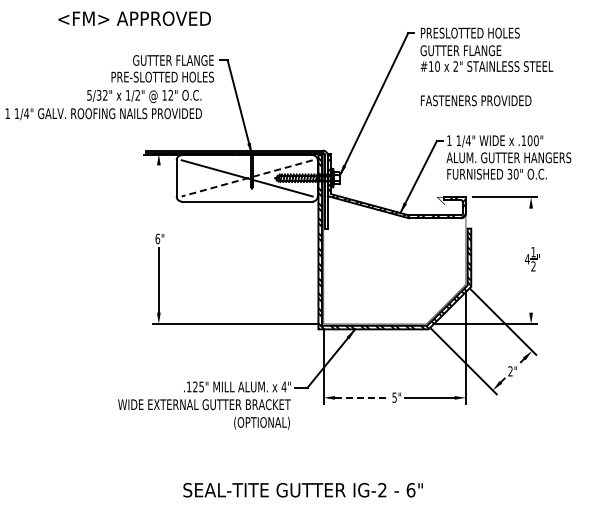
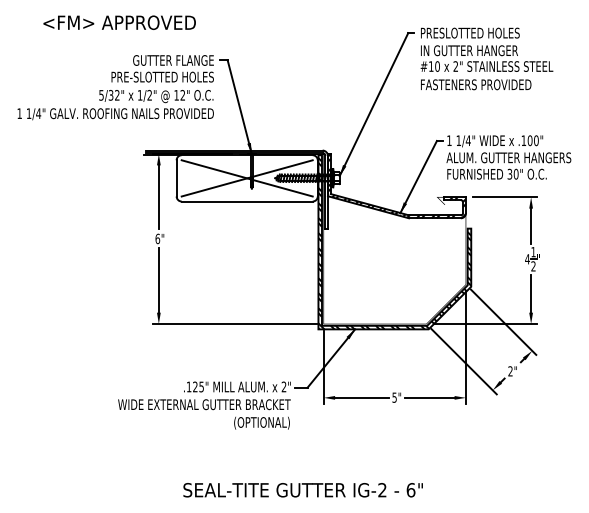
text at (134, 18) position: (134, 18) -> (119, 22)
text at (468, 50): GUTTER FLANGE -> IN GUTTER HANGER
text at (476, 100) position: (476, 100) -> (476, 84)
text at (103, 105) position: (103, 105) -> (115, 105)
line at (247, 178): dashed -> solid
line at (158, 197): none -> present
line at (531, 226): none -> present
line at (531, 293): none -> present
text at (283, 386): 4" -> 2"
line at (361, 397): dashed -> solid
